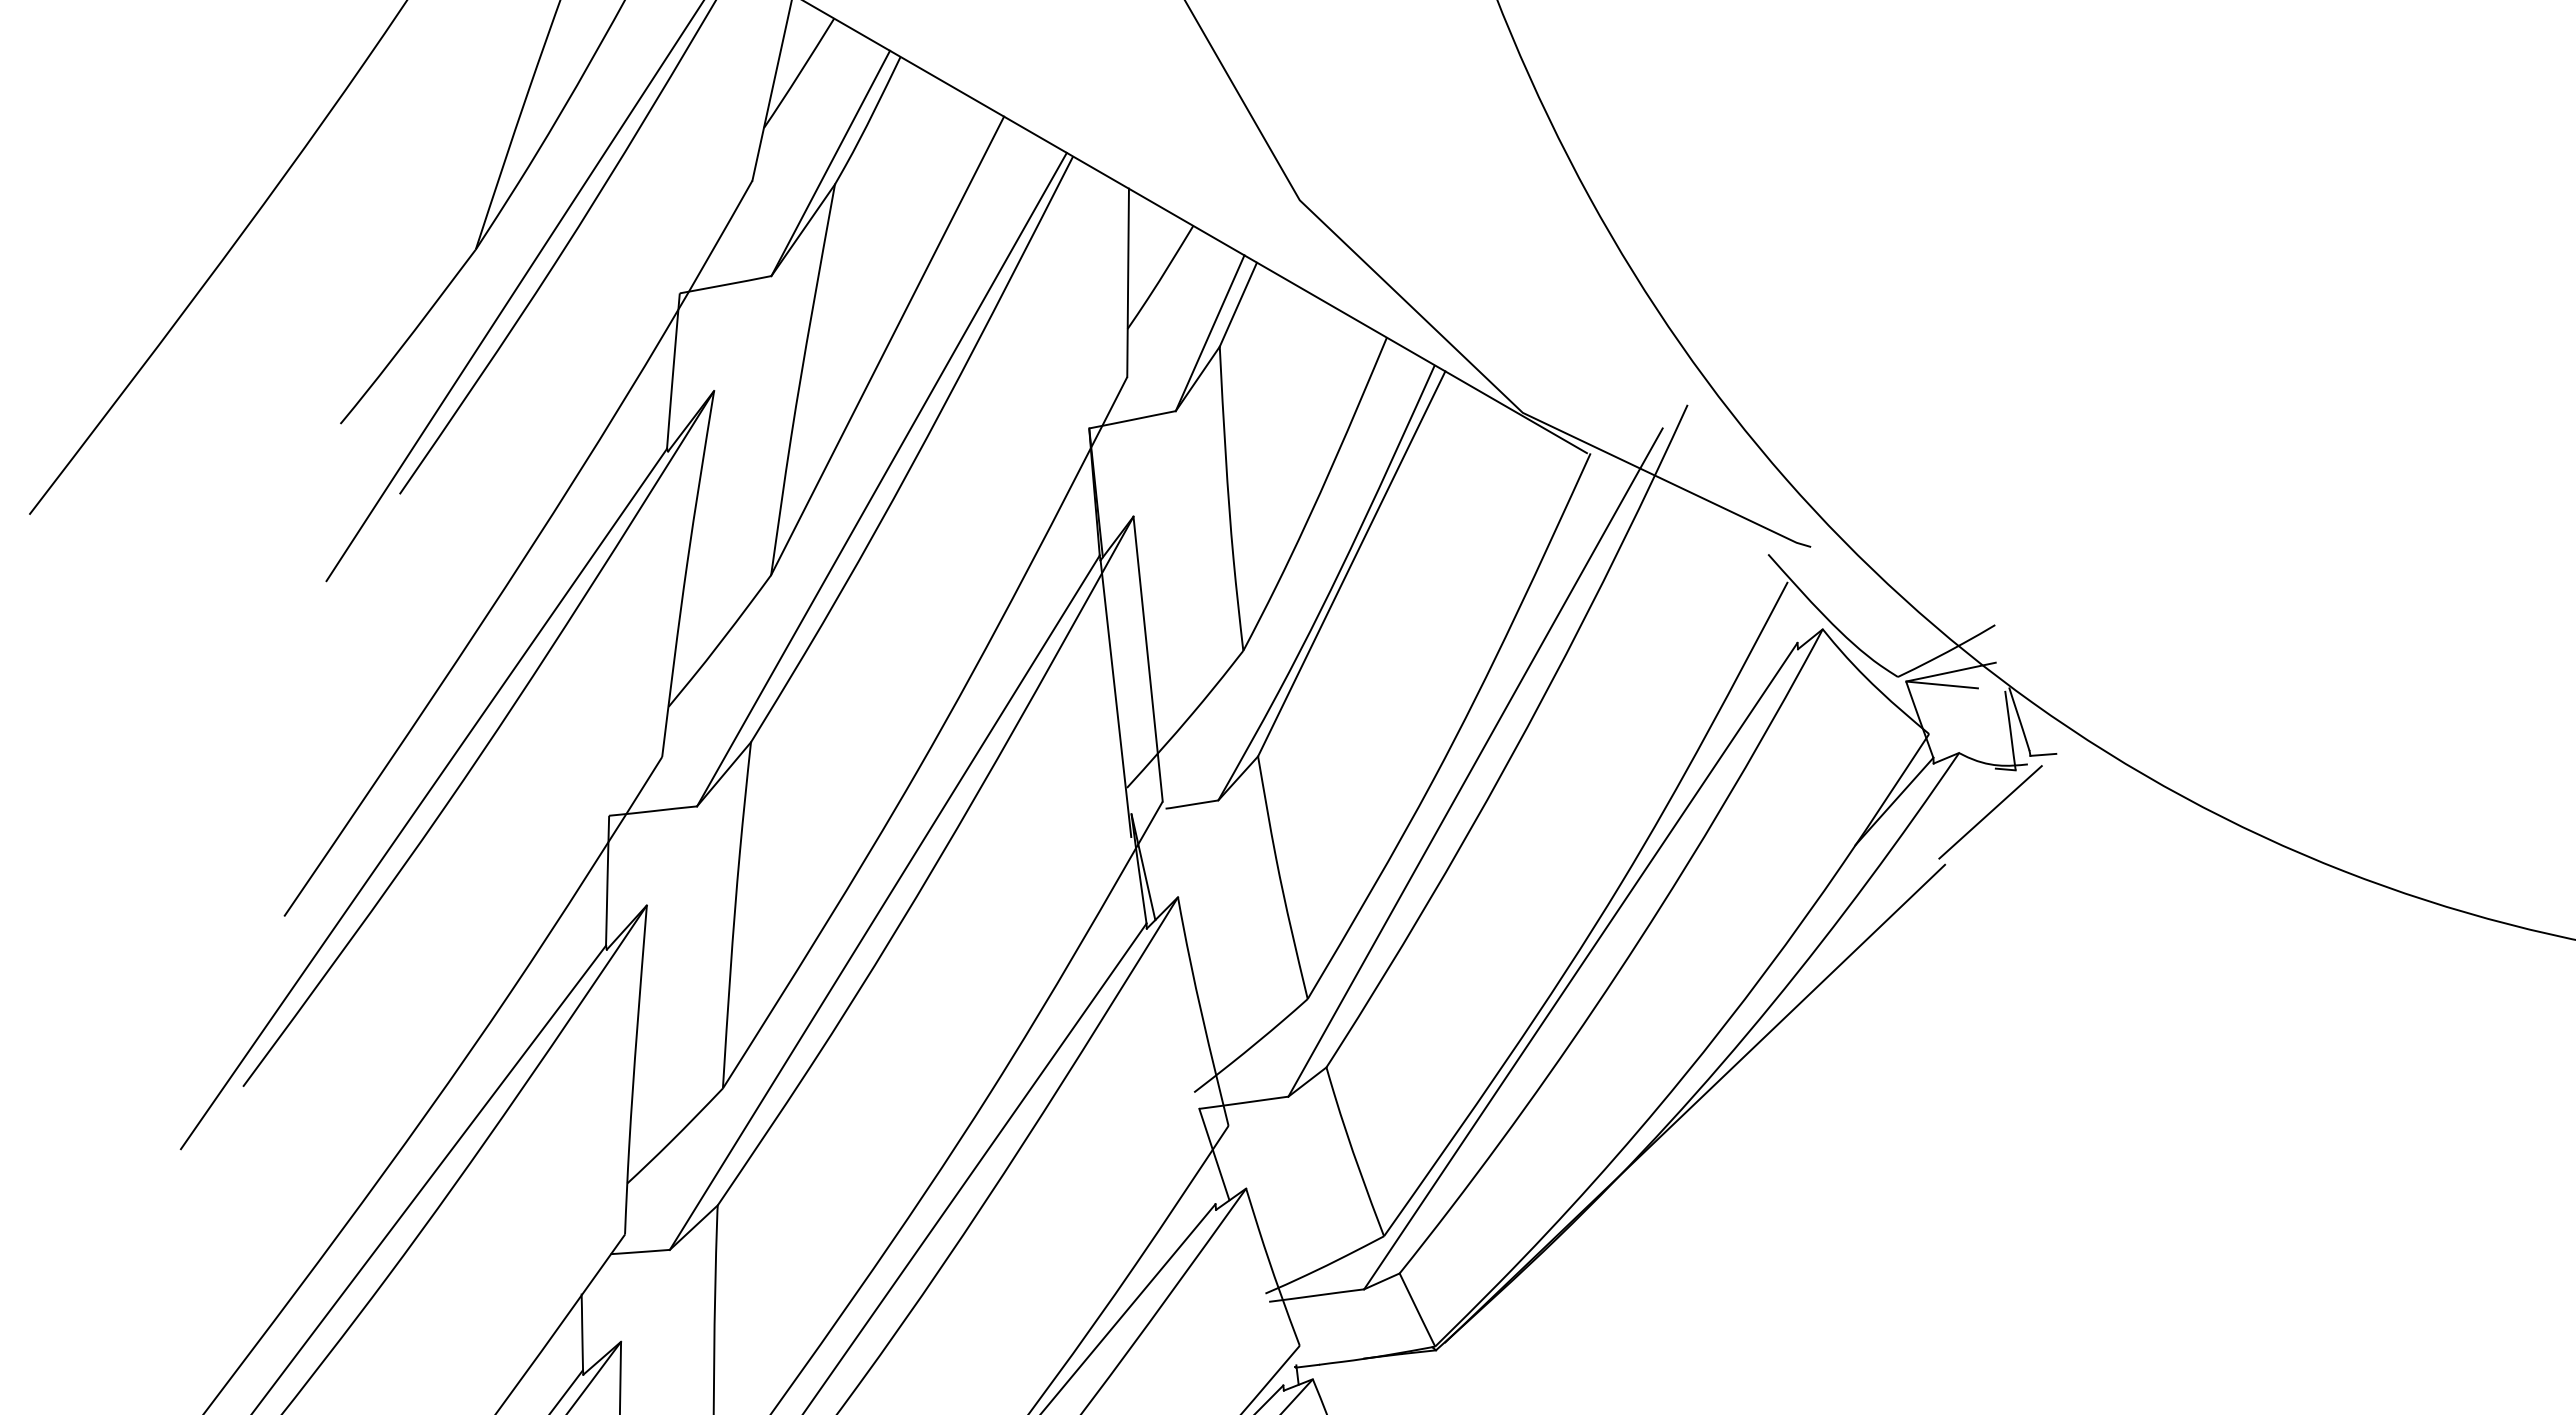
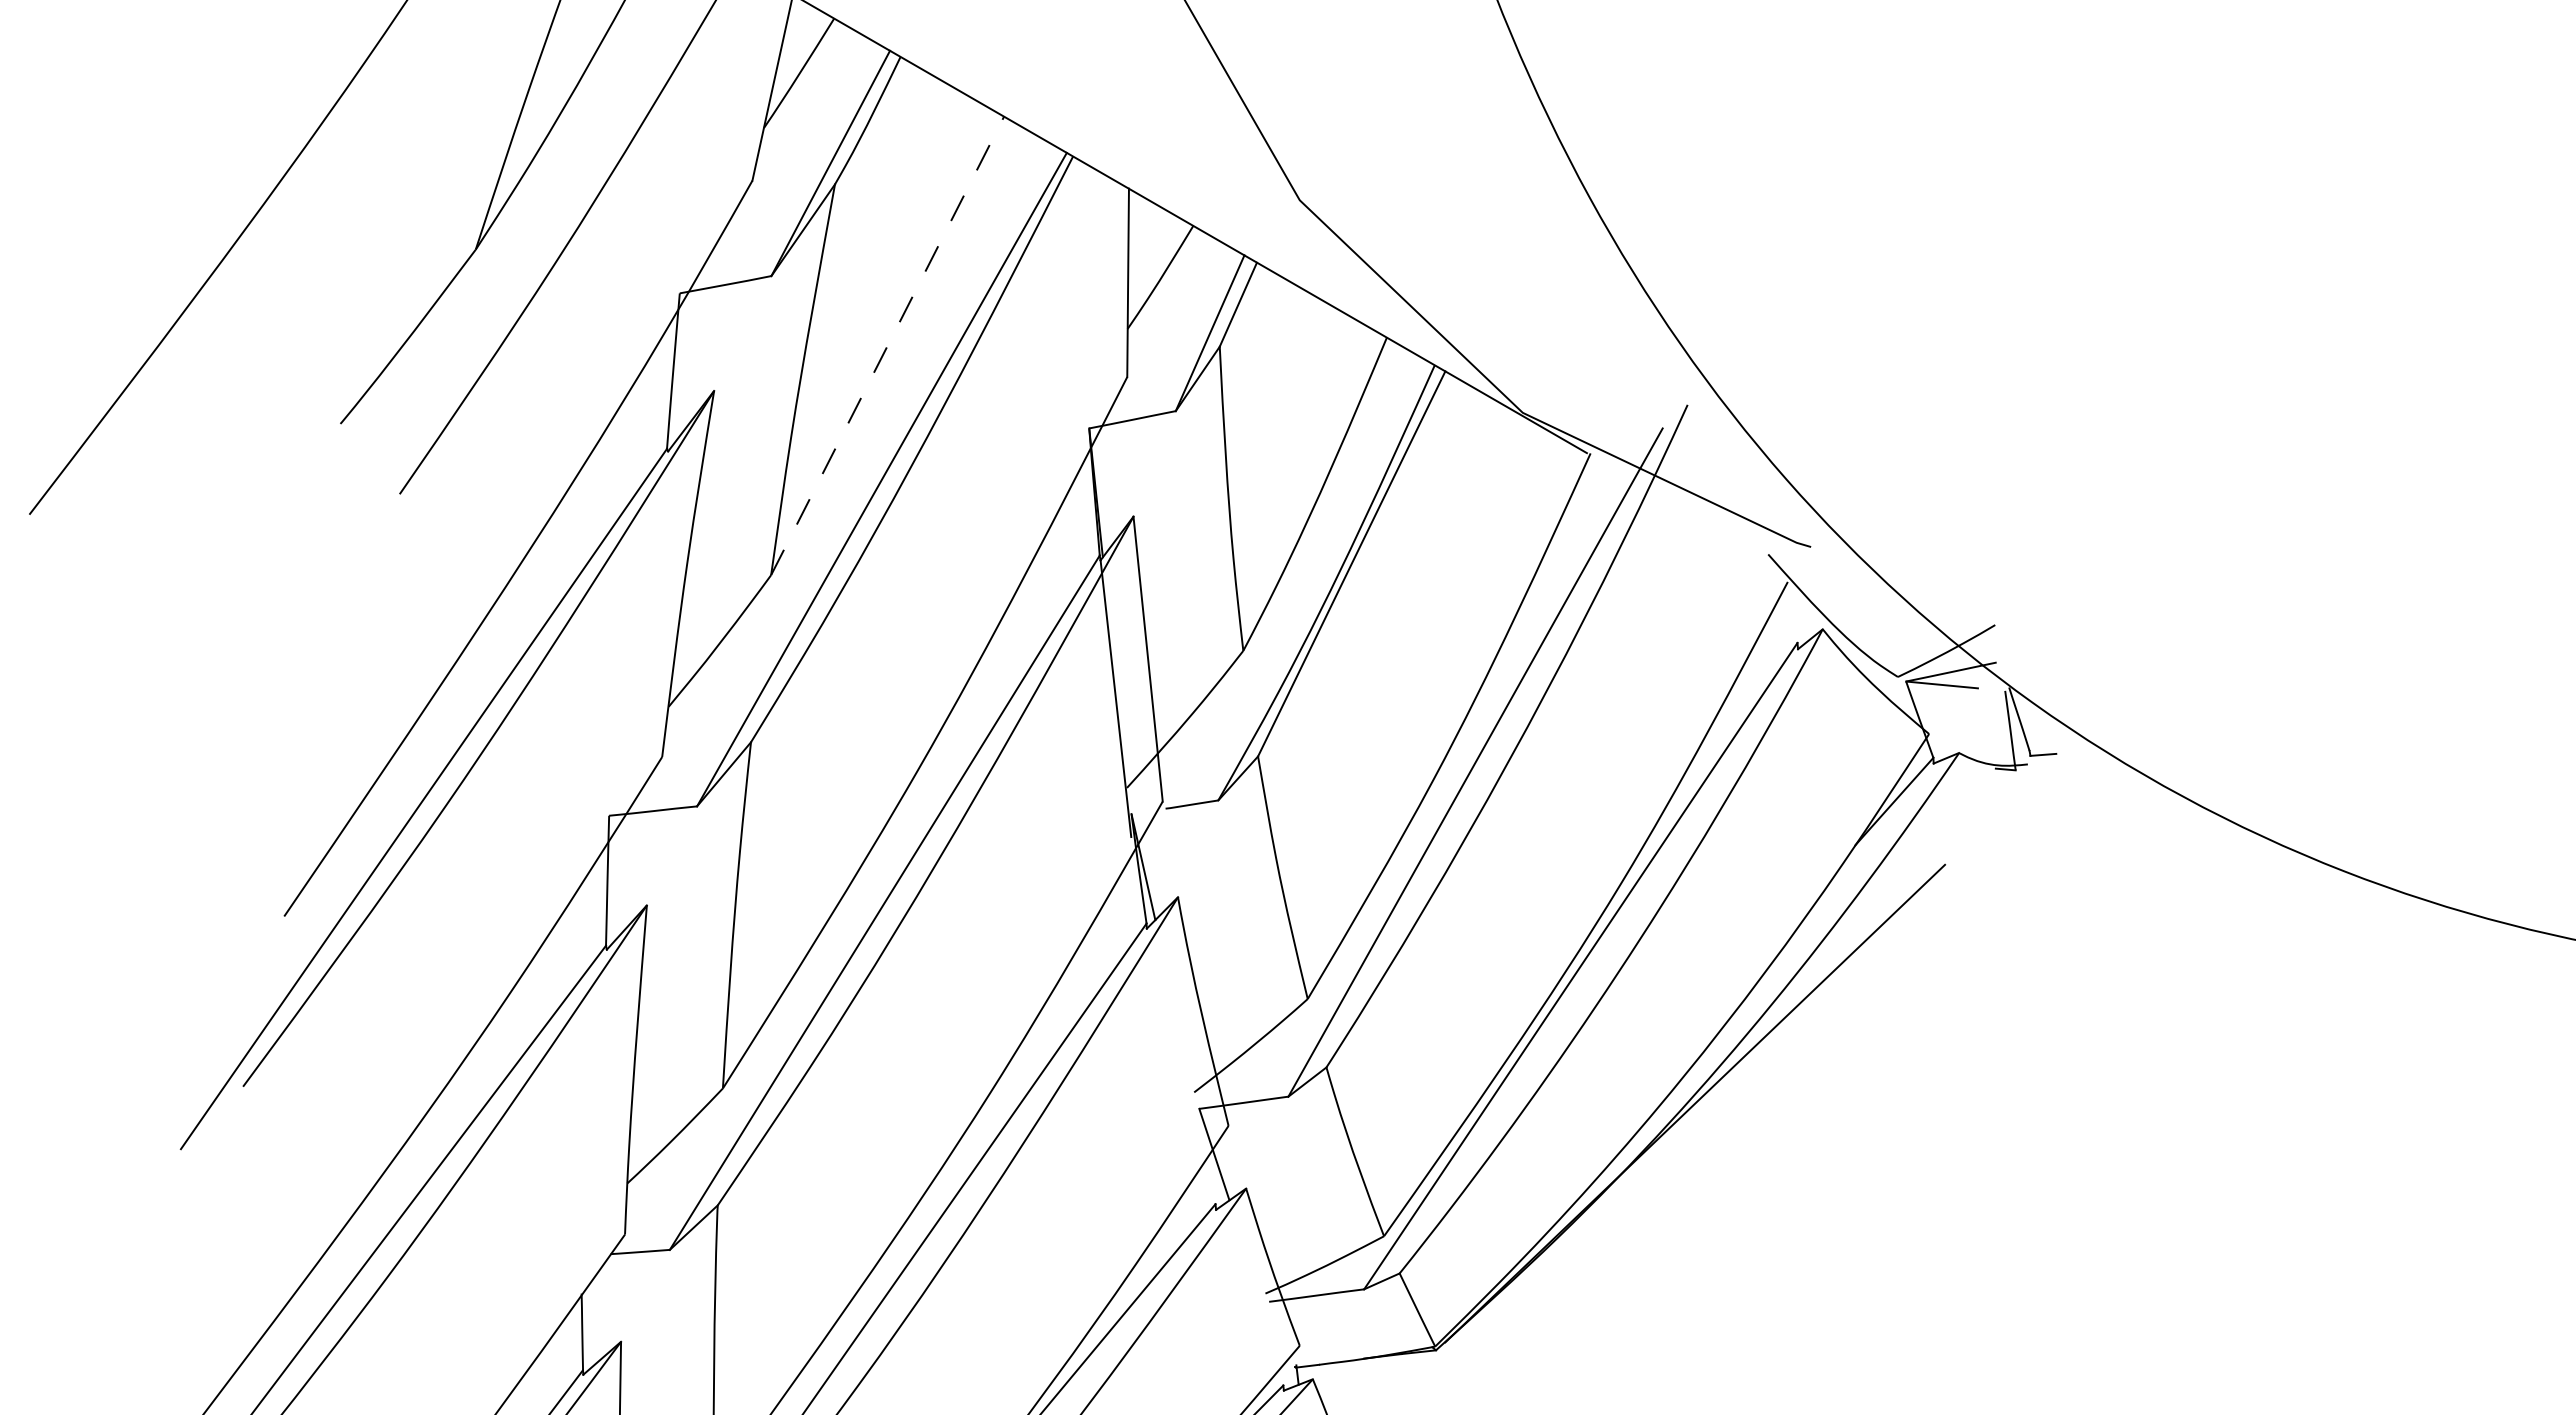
line at (514, 291): present -> none
line at (887, 345): solid -> dashed
line at (1990, 812): present -> none
